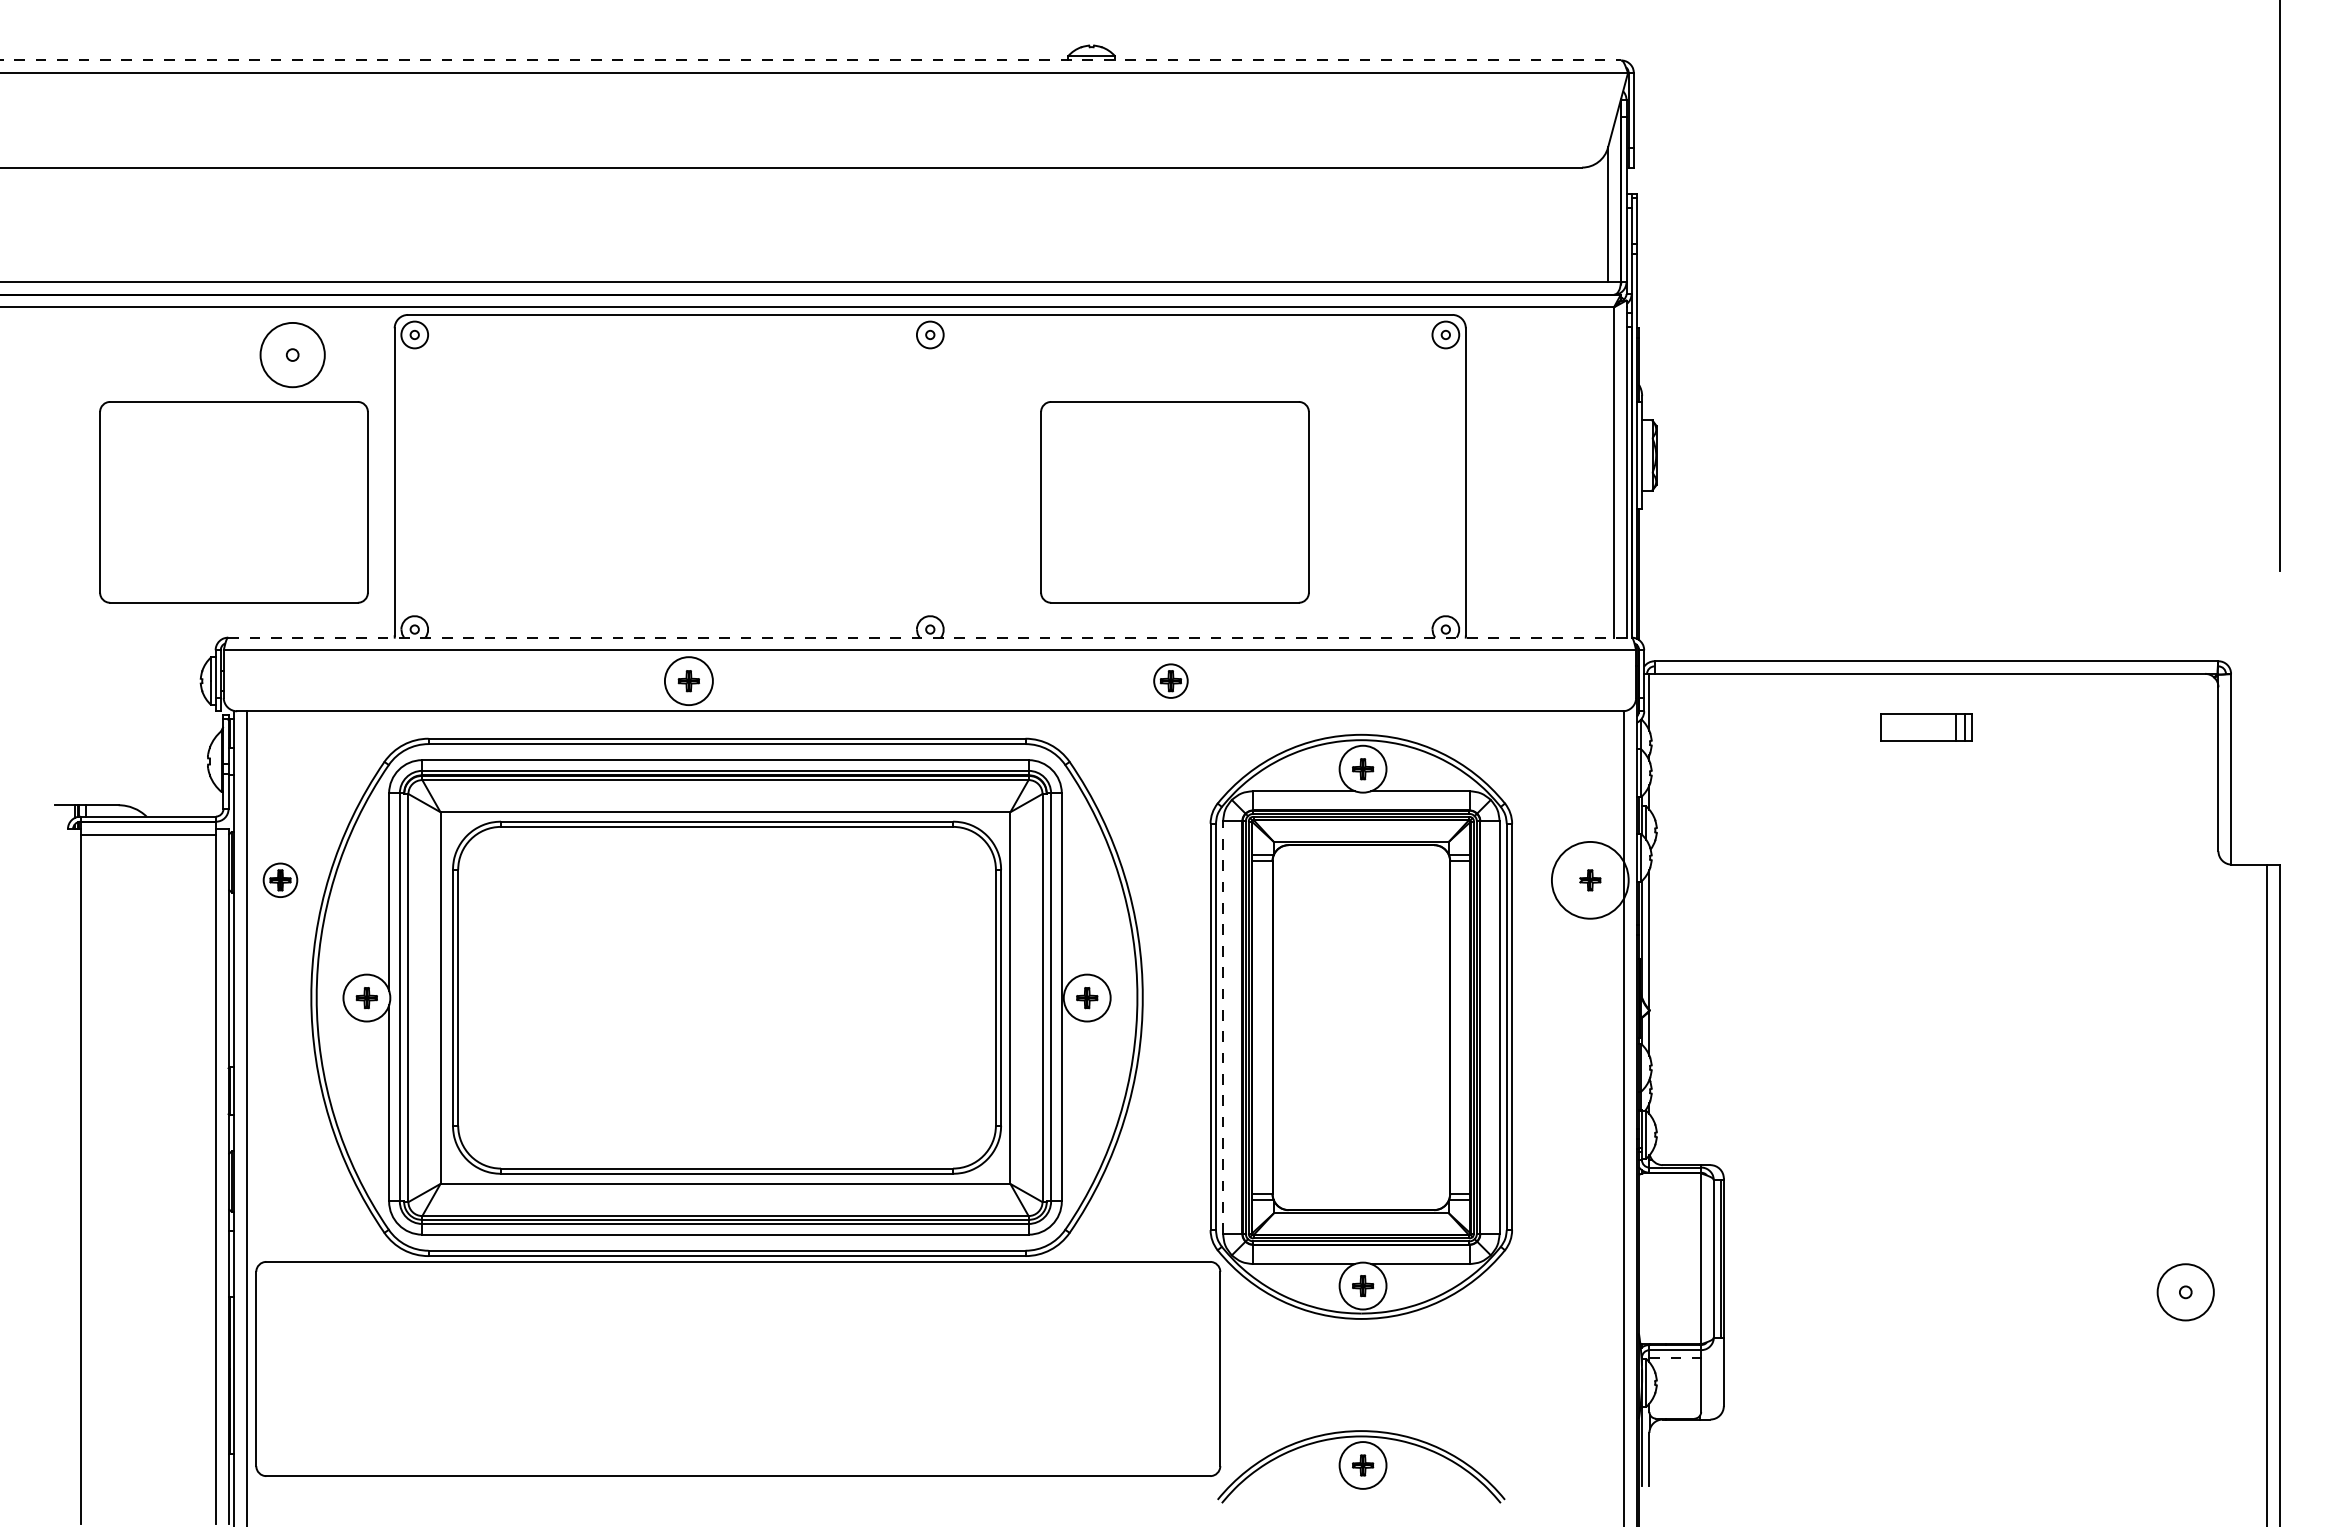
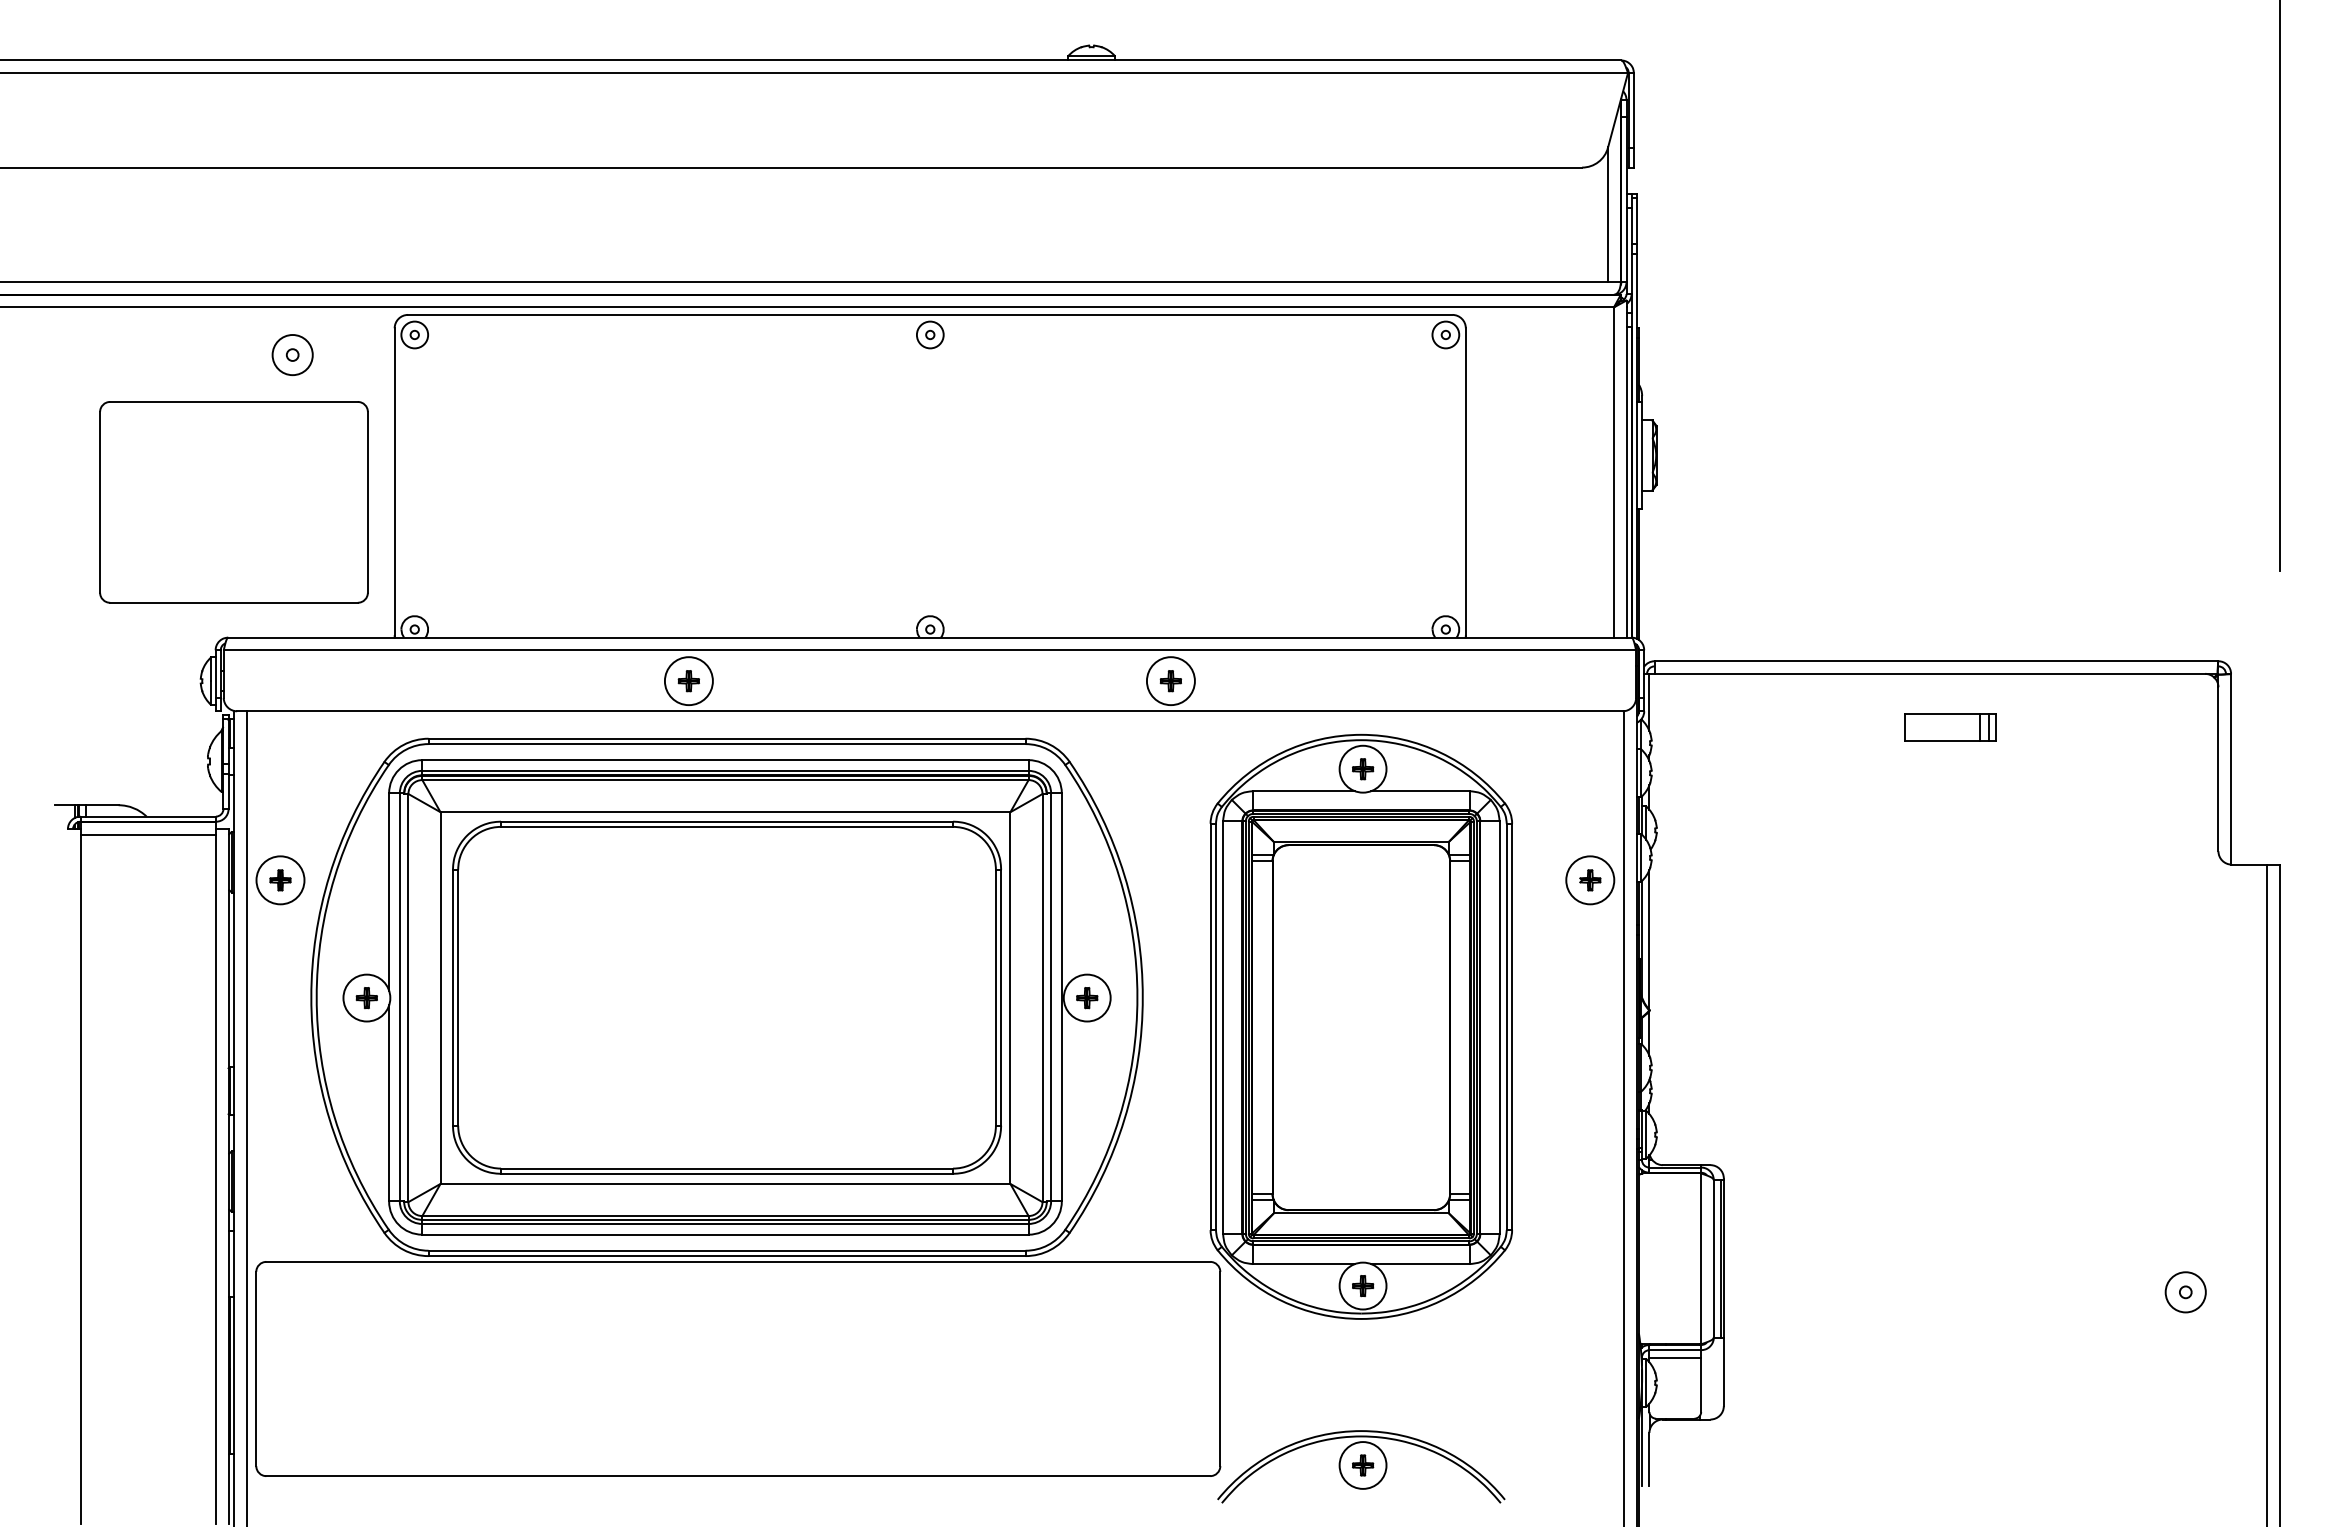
line at (811, 60): dashed -> solid
circle at (292, 354) diameter: 64 px -> 40 px
part at (1174, 502): present -> none
line at (929, 637): dashed -> solid
circle at (1170, 680) diameter: 34 px -> 48 px
part at (1926, 727) position: (1926, 727) -> (1950, 727)
circle at (1589, 879) diameter: 77 px -> 48 px
circle at (280, 880) diameter: 34 px -> 48 px
line at (1223, 1027): dashed -> solid
circle at (2185, 1292) diameter: 56 px -> 40 px
line at (1675, 1357): dashed -> solid
